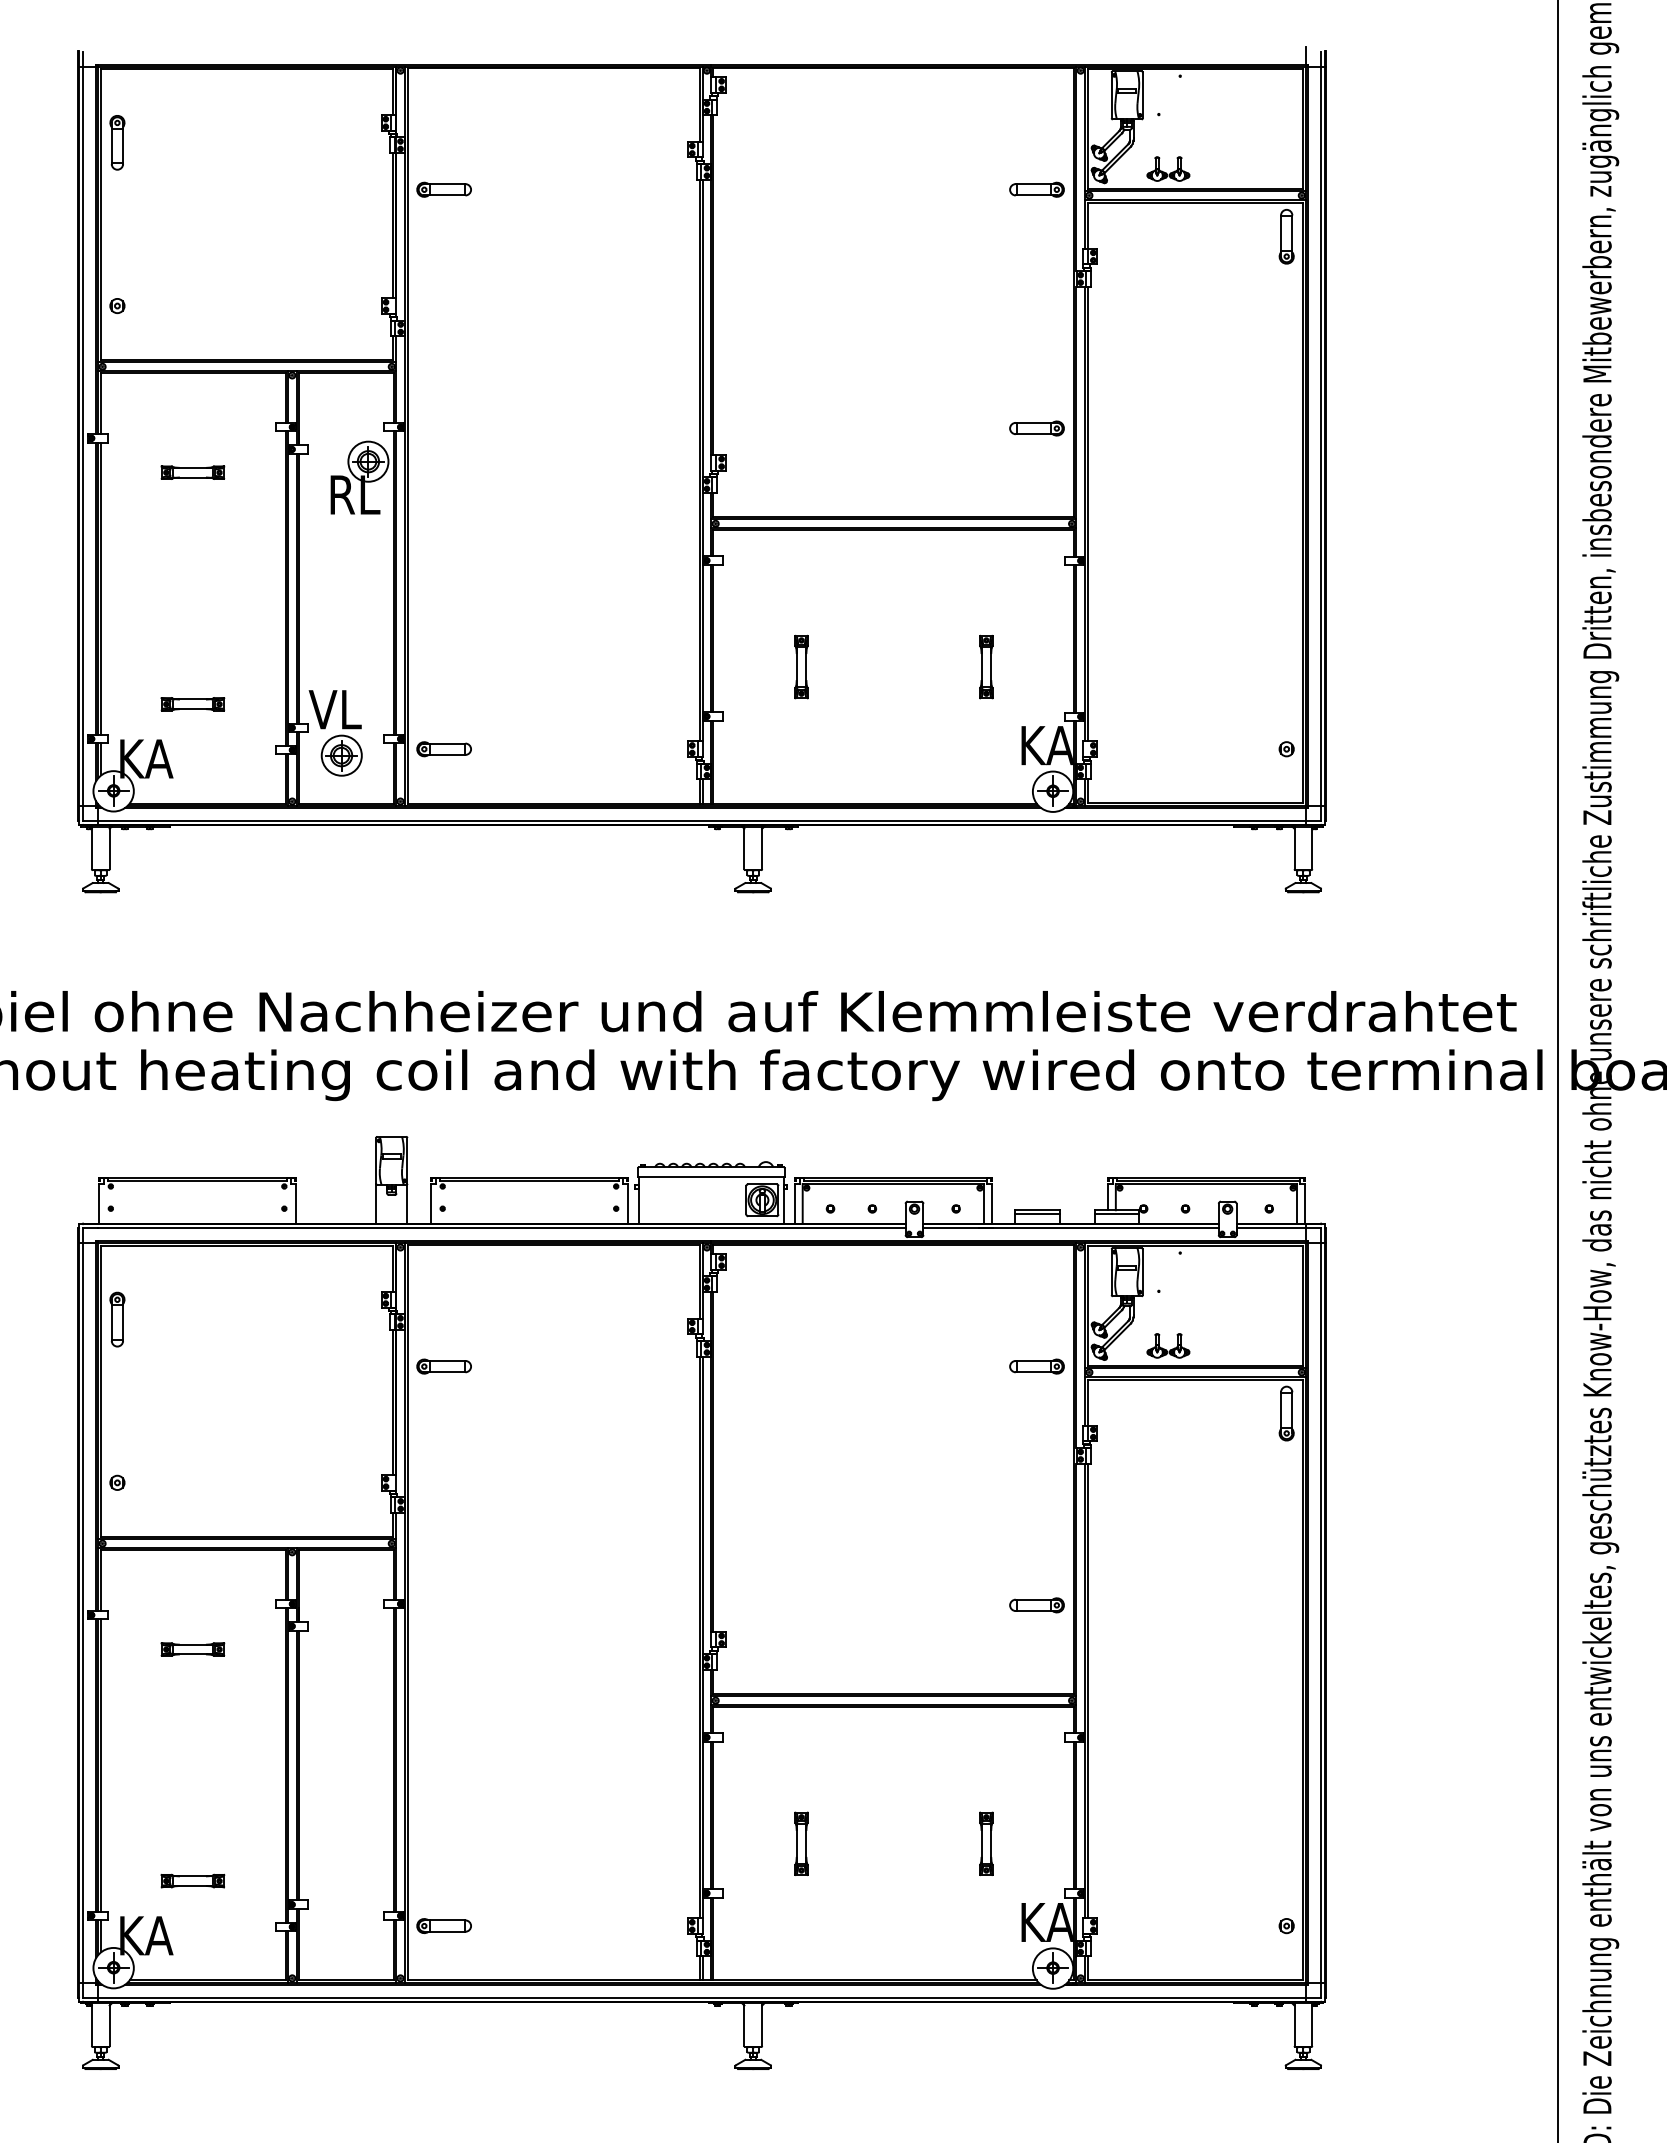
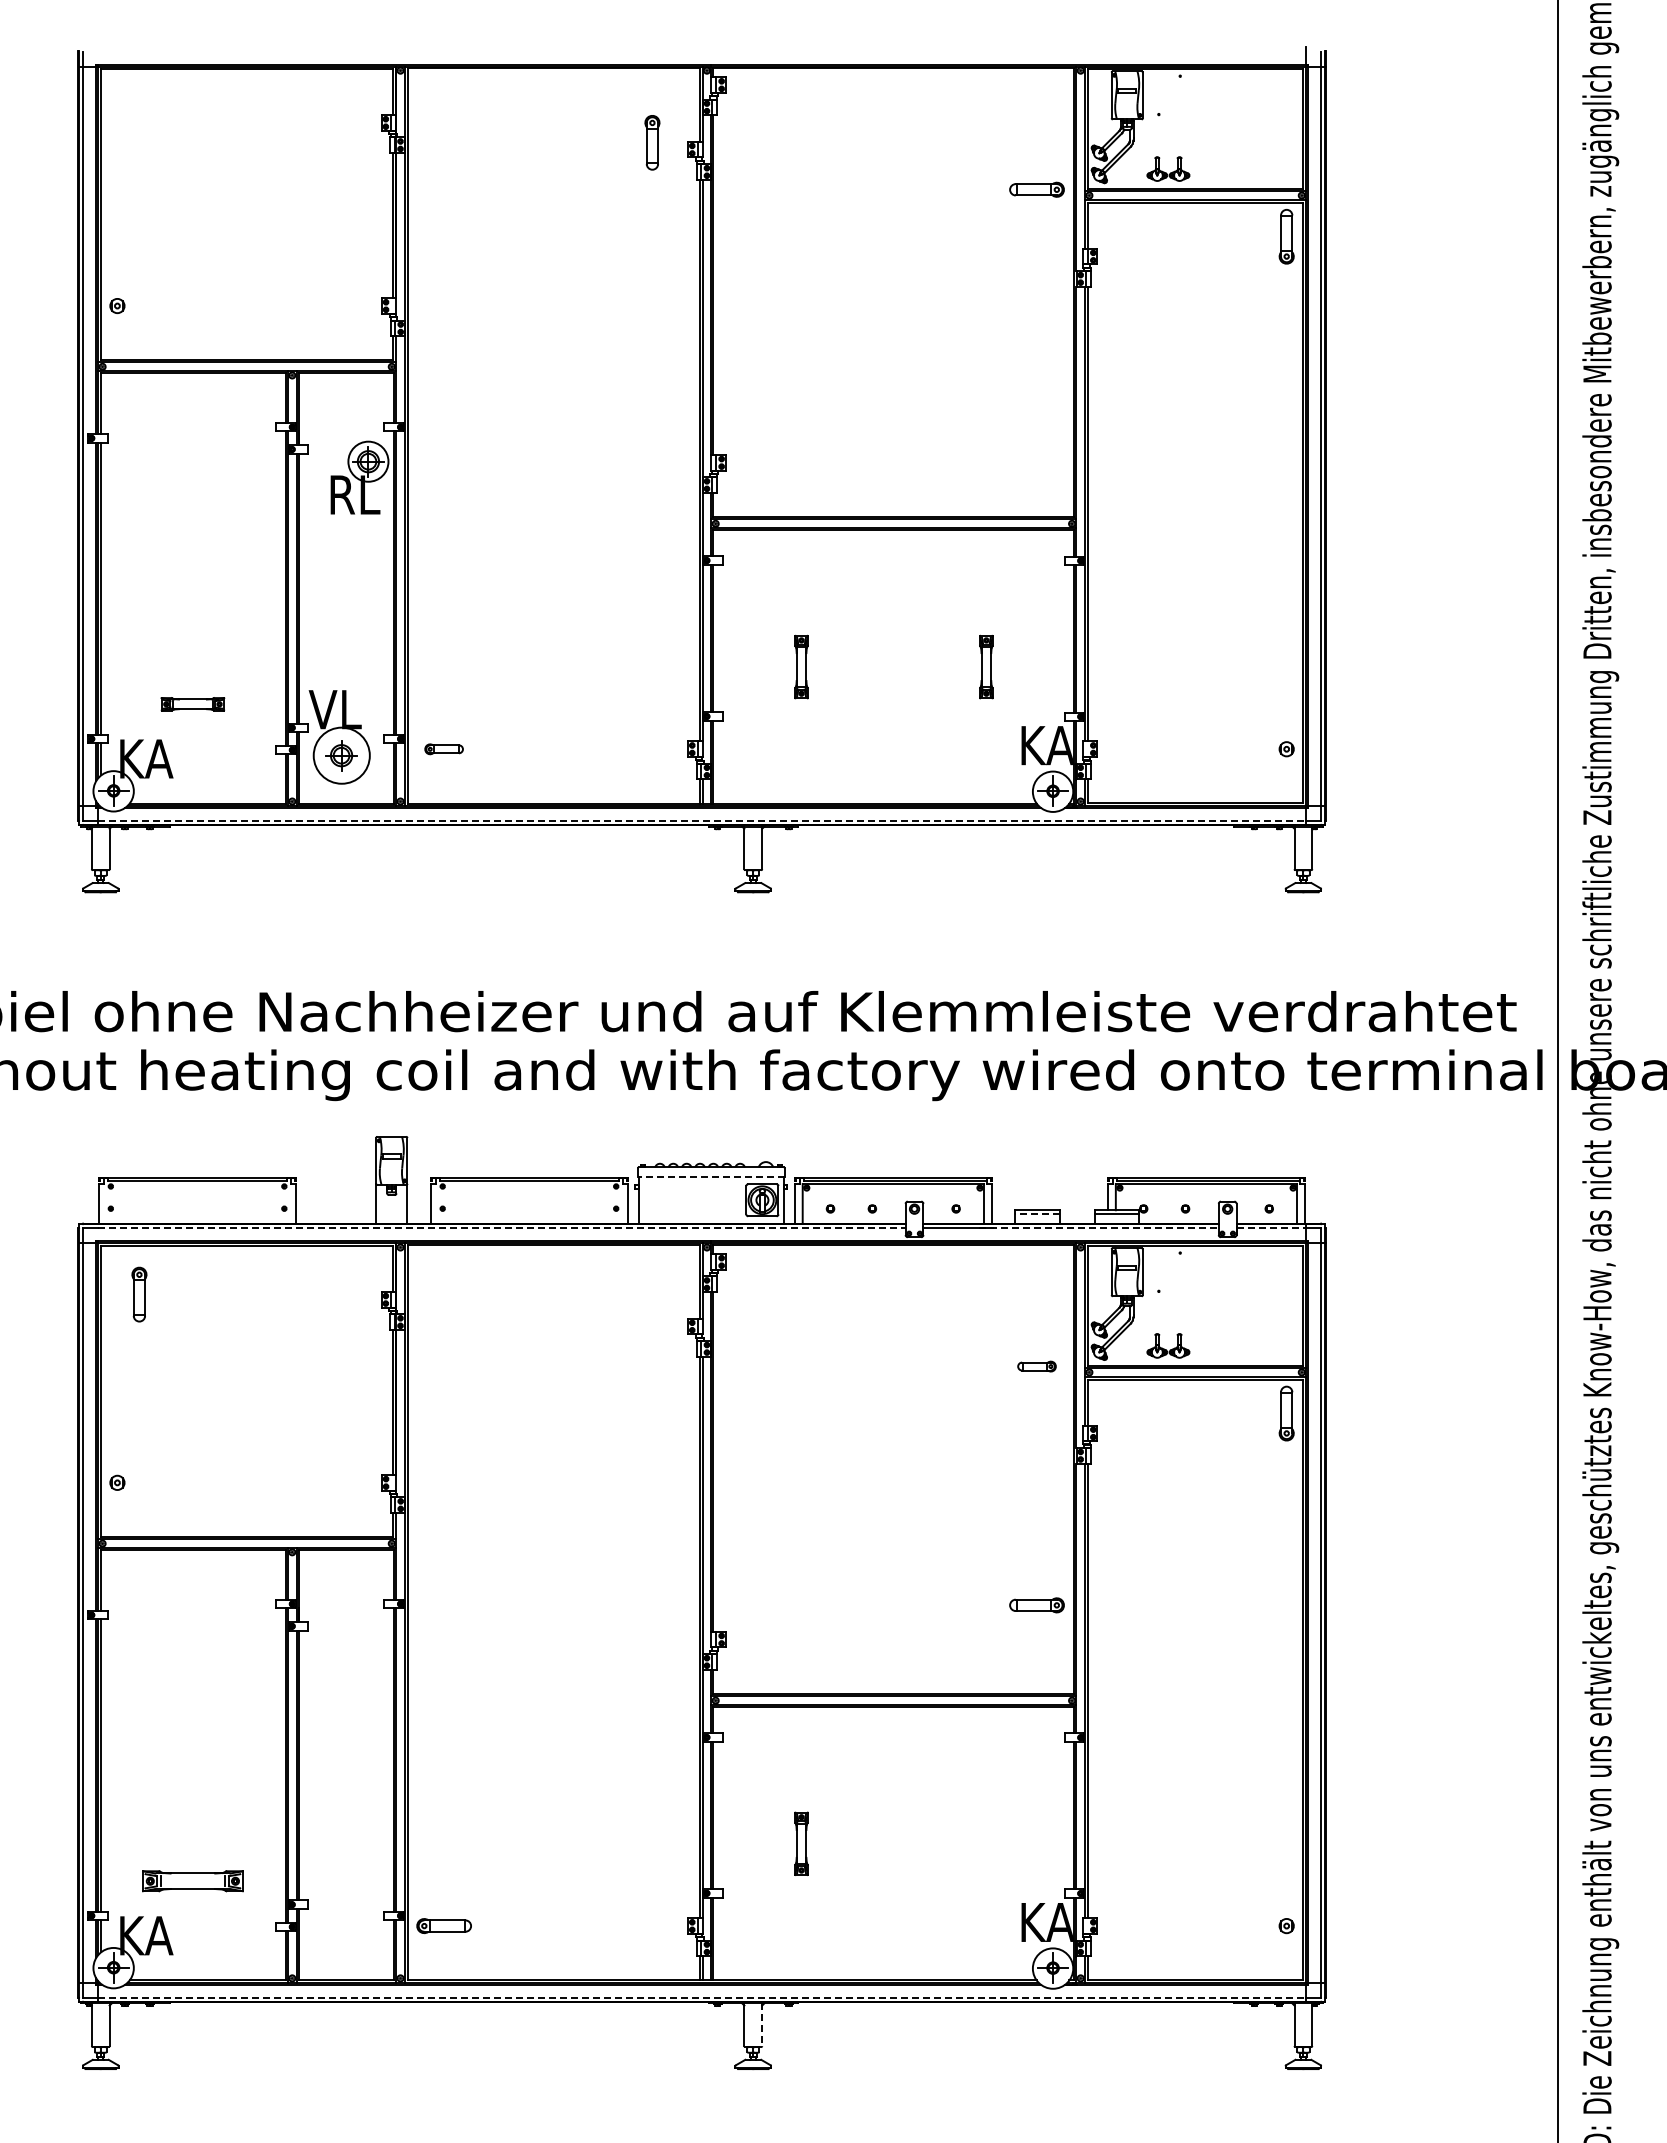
part at (117, 142) position: (117, 142) -> (652, 142)
part at (443, 189): present -> none
part at (1036, 428): present -> none
part at (192, 472): present -> none
part at (443, 749) size: 56x17 px -> 40x13 px
circle at (341, 755) diameter: 40 px -> 56 px
line at (702, 820): solid -> dashed
line at (710, 1176): solid -> dashed
line at (1036, 1214): solid -> dashed
line at (501, 1228): solid -> dashed
line at (1098, 1228): solid -> dashed
line at (1271, 1228): solid -> dashed
part at (117, 1319) position: (117, 1319) -> (139, 1294)
part at (443, 1366): present -> none
part at (1036, 1366) size: 56x17 px -> 40x13 px
part at (192, 1649): present -> none
part at (986, 1843): present -> none
part at (192, 1880) size: 66x16 px -> 102x23 px
line at (702, 1997): solid -> dashed
line at (762, 2025): solid -> dashed
